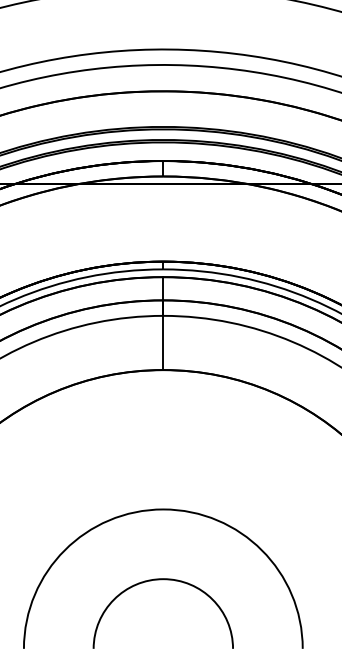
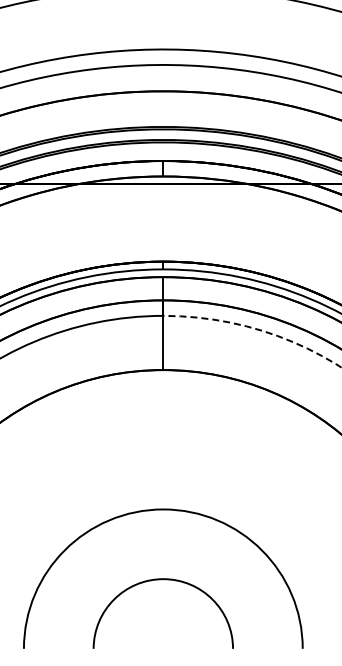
arc at (257, 329): solid -> dashed
